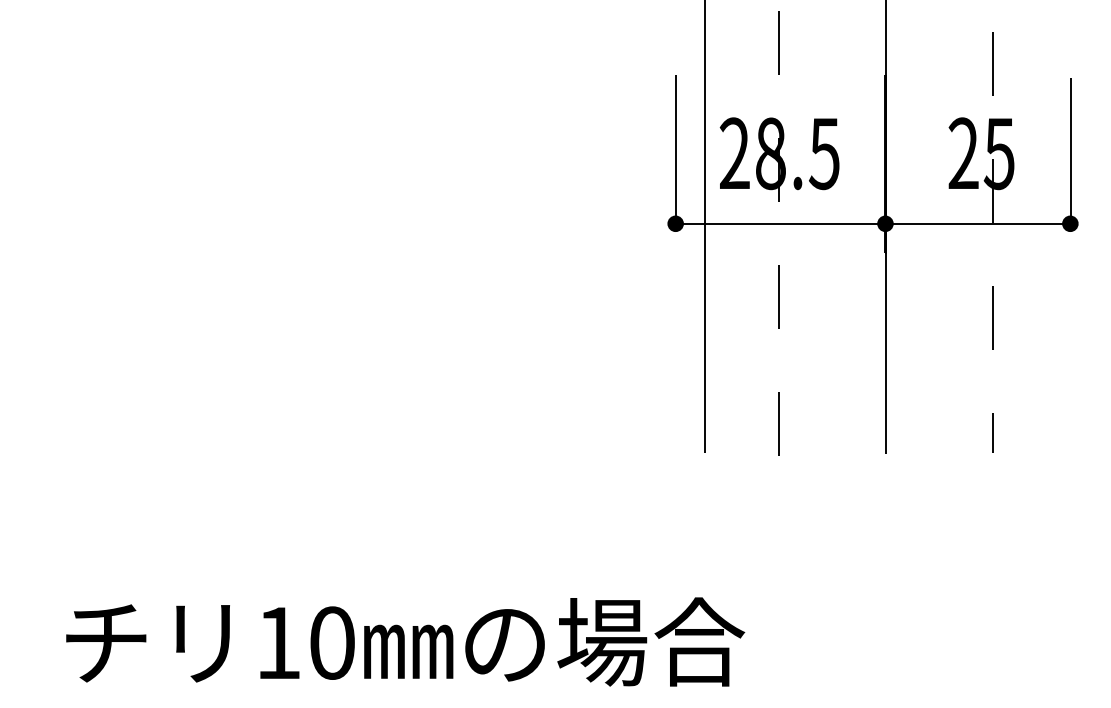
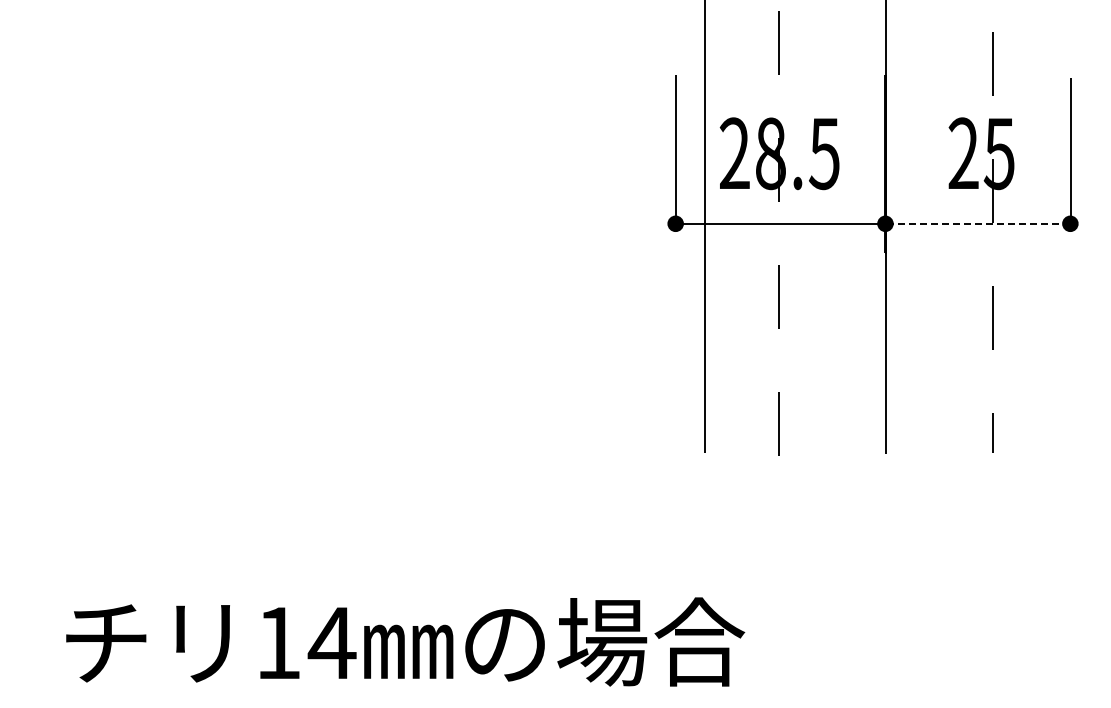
line at (978, 223): solid -> dashed
text at (331, 642): 10 -> 14
